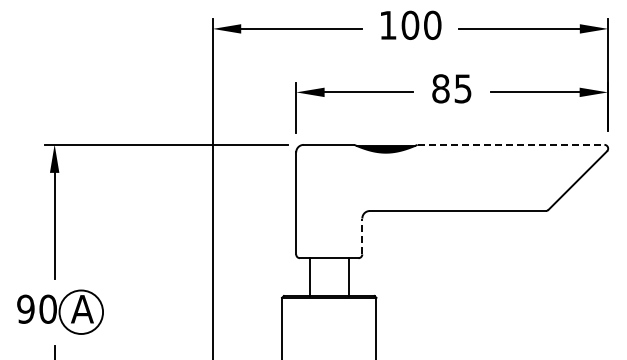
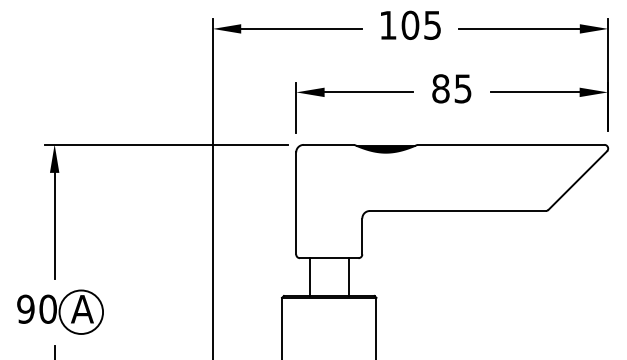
text at (432, 24): 100 -> 105
line at (511, 144): dashed -> solid
line at (362, 236): dashed -> solid
